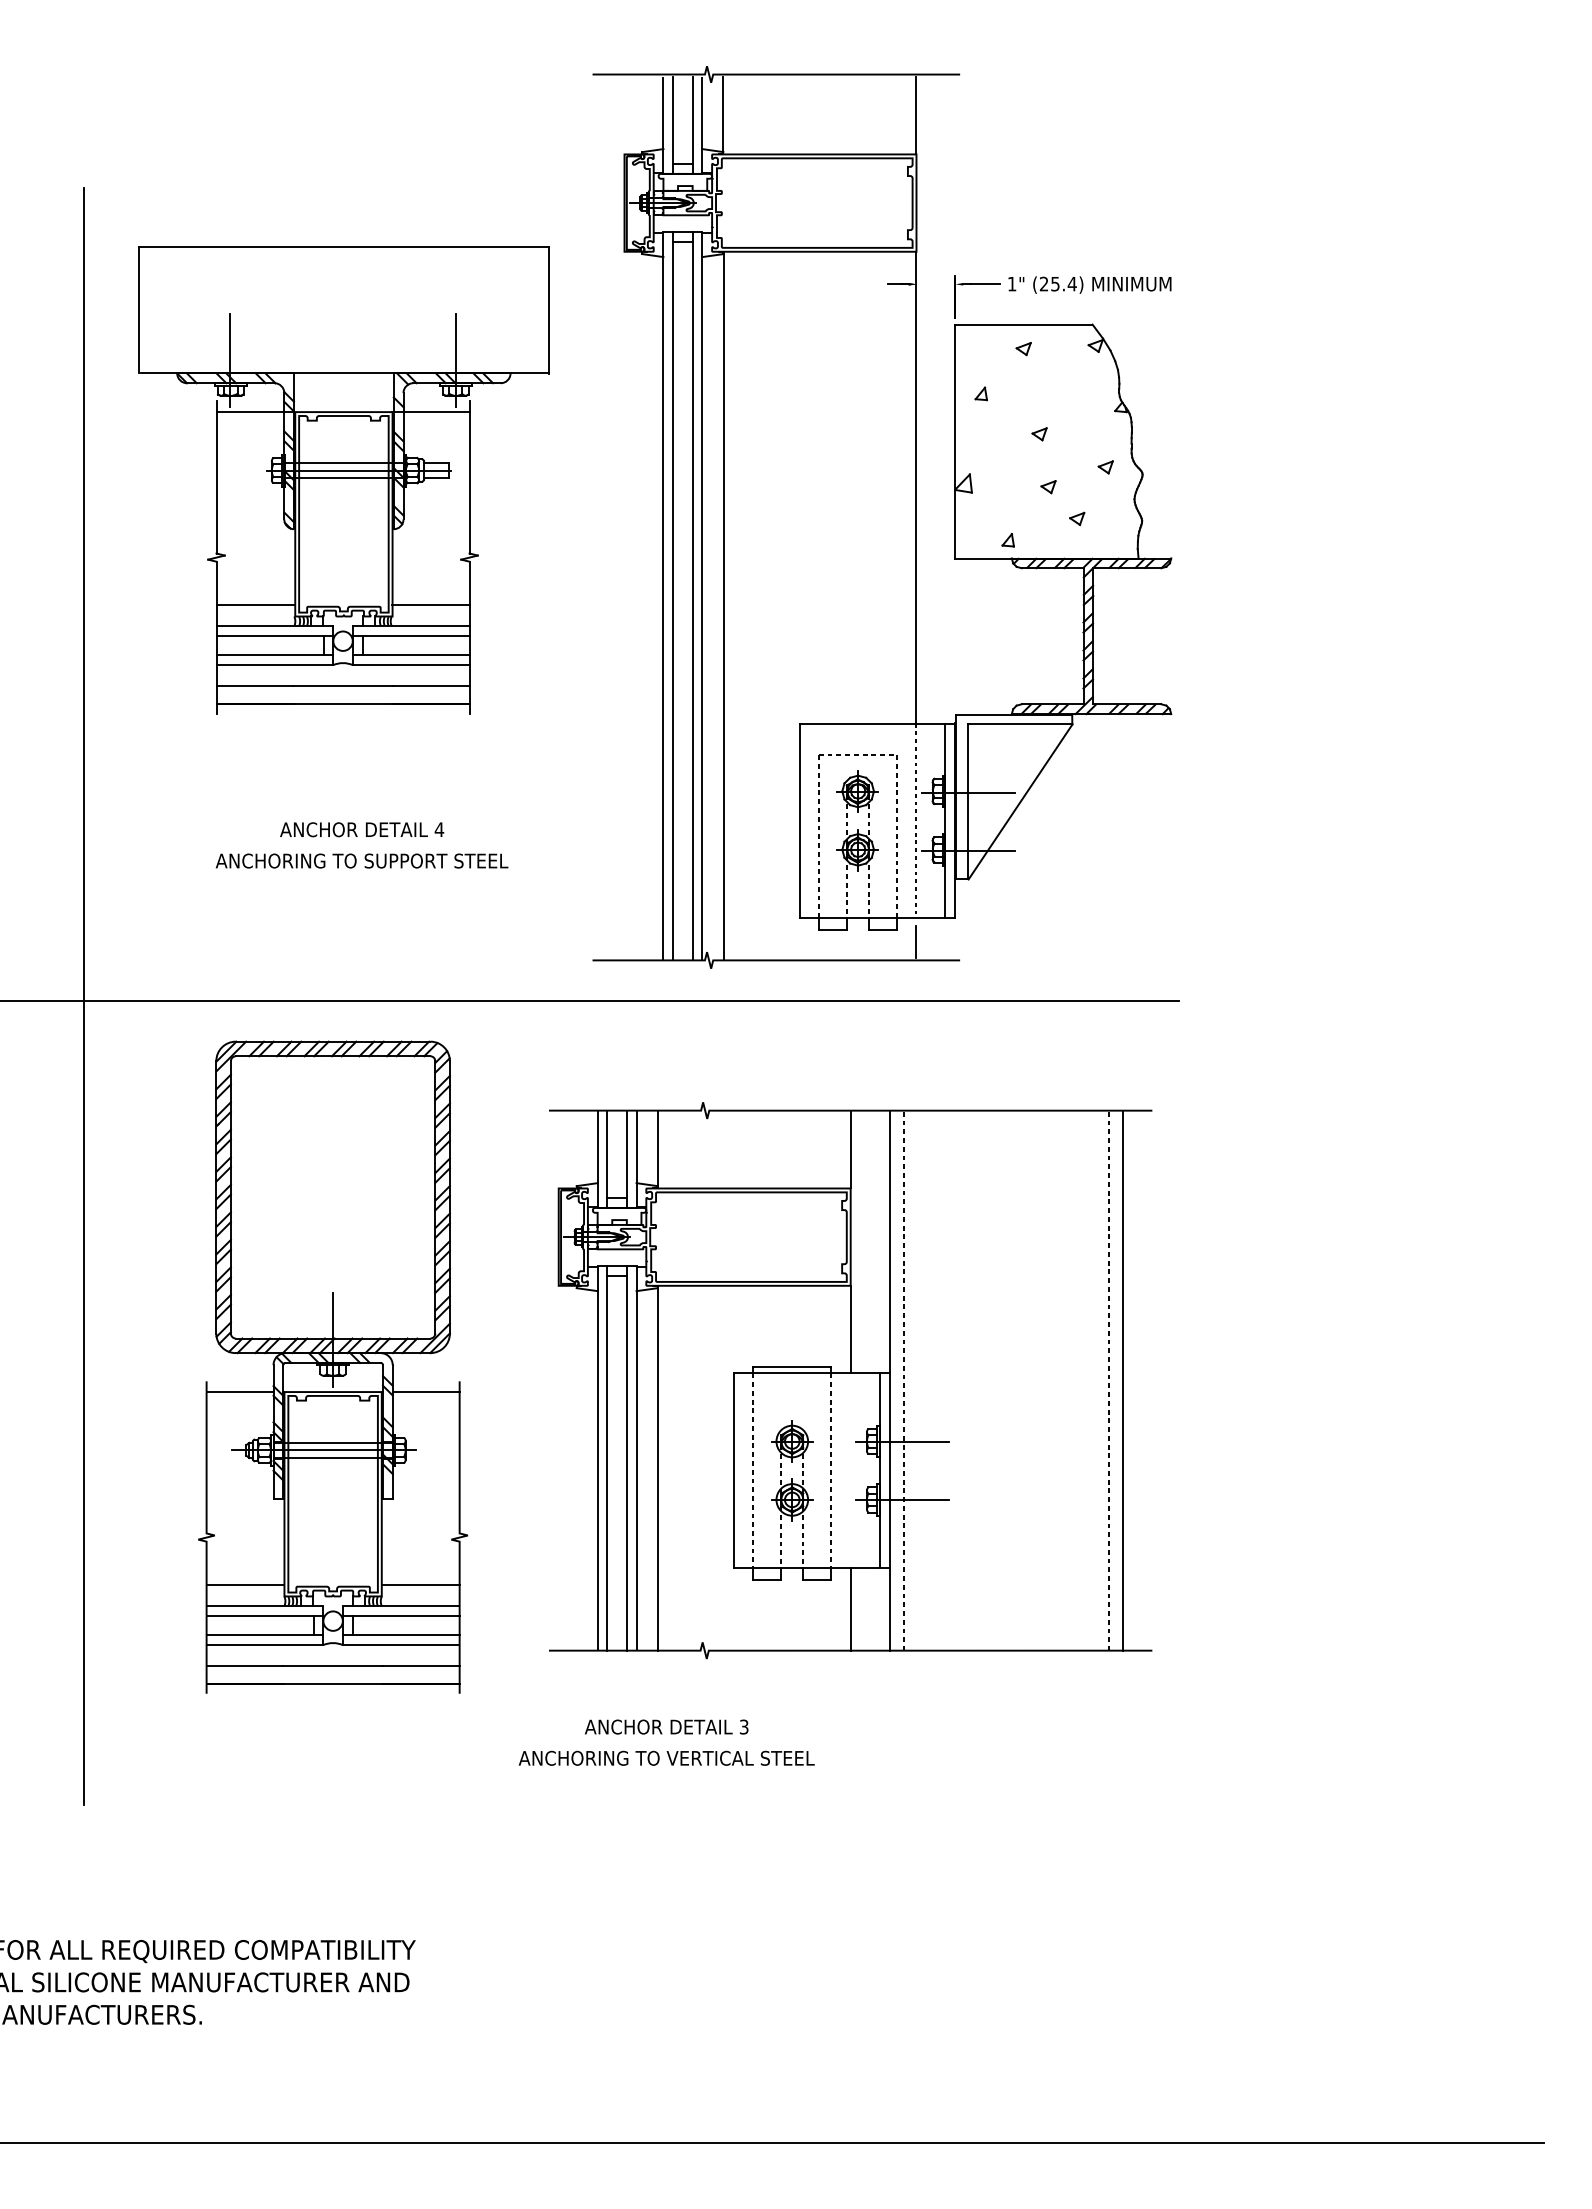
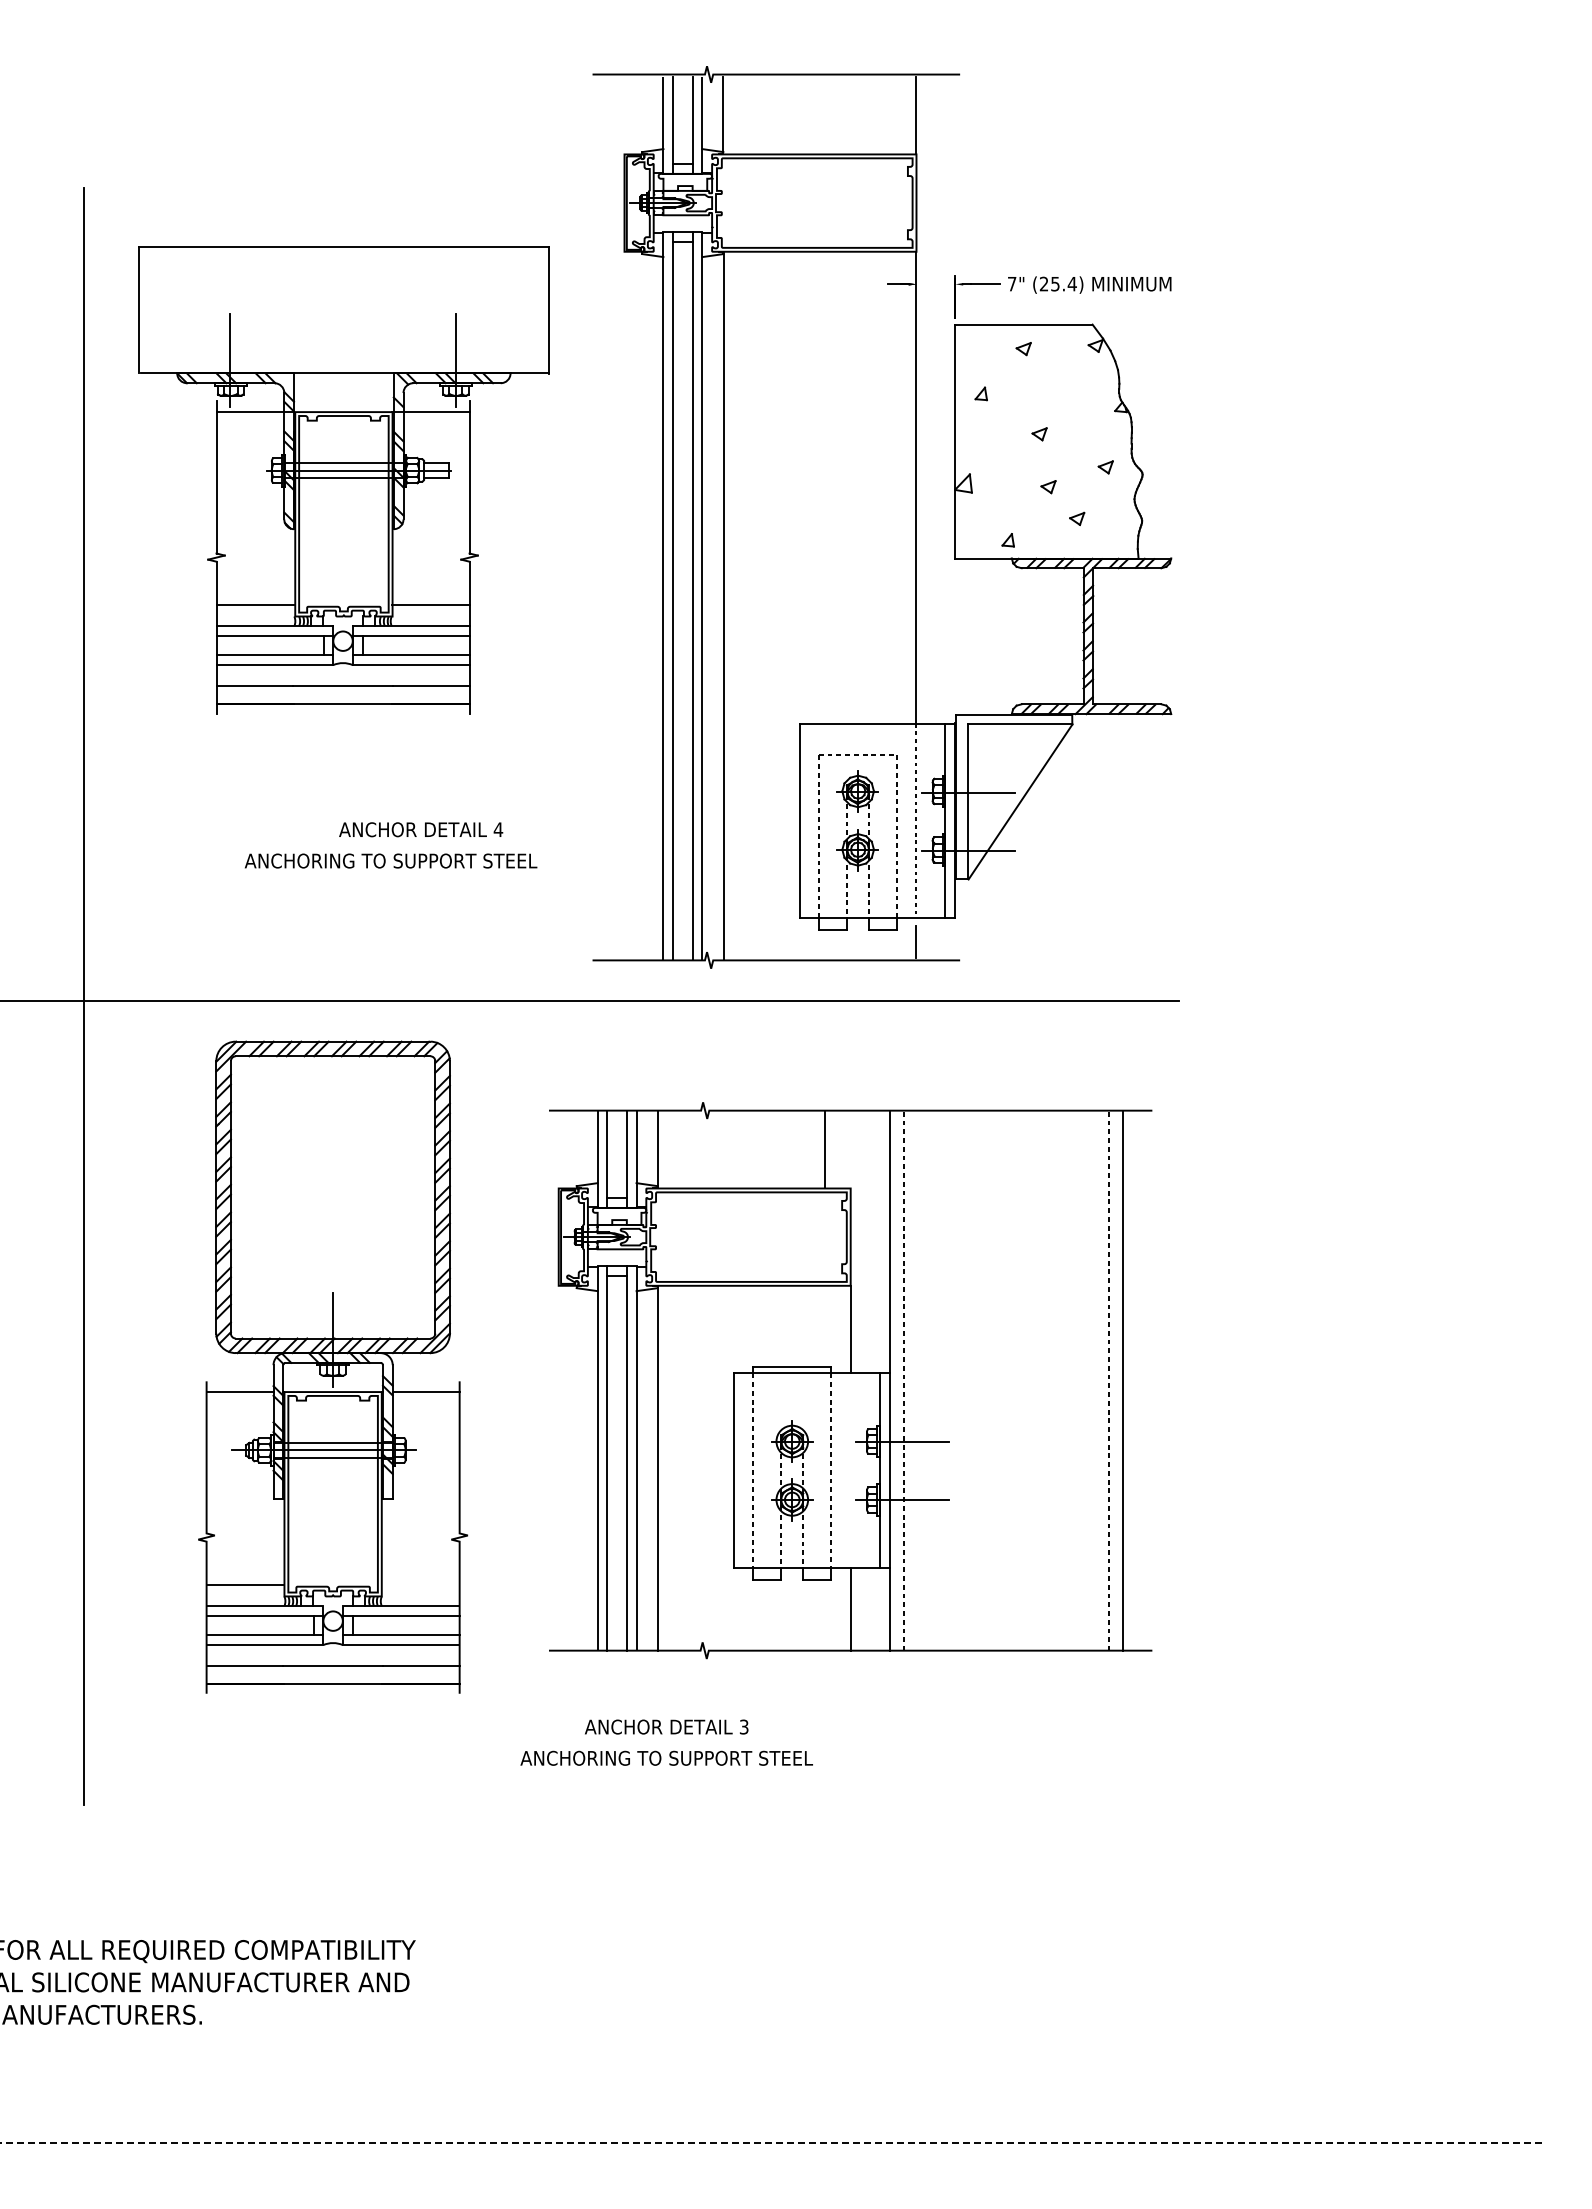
text at (1012, 284): 1" -> 7"
text at (362, 829) position: (362, 829) -> (421, 829)
text at (362, 860) position: (362, 860) -> (391, 860)
line at (850, 1149) position: (850, 1149) -> (824, 1149)
line at (420, 1585): present -> none
text at (666, 1757): ANCHORING TO VERTICAL STEEL -> ANCHORING TO SUPPORT STEEL
line at (772, 2142): solid -> dashed
